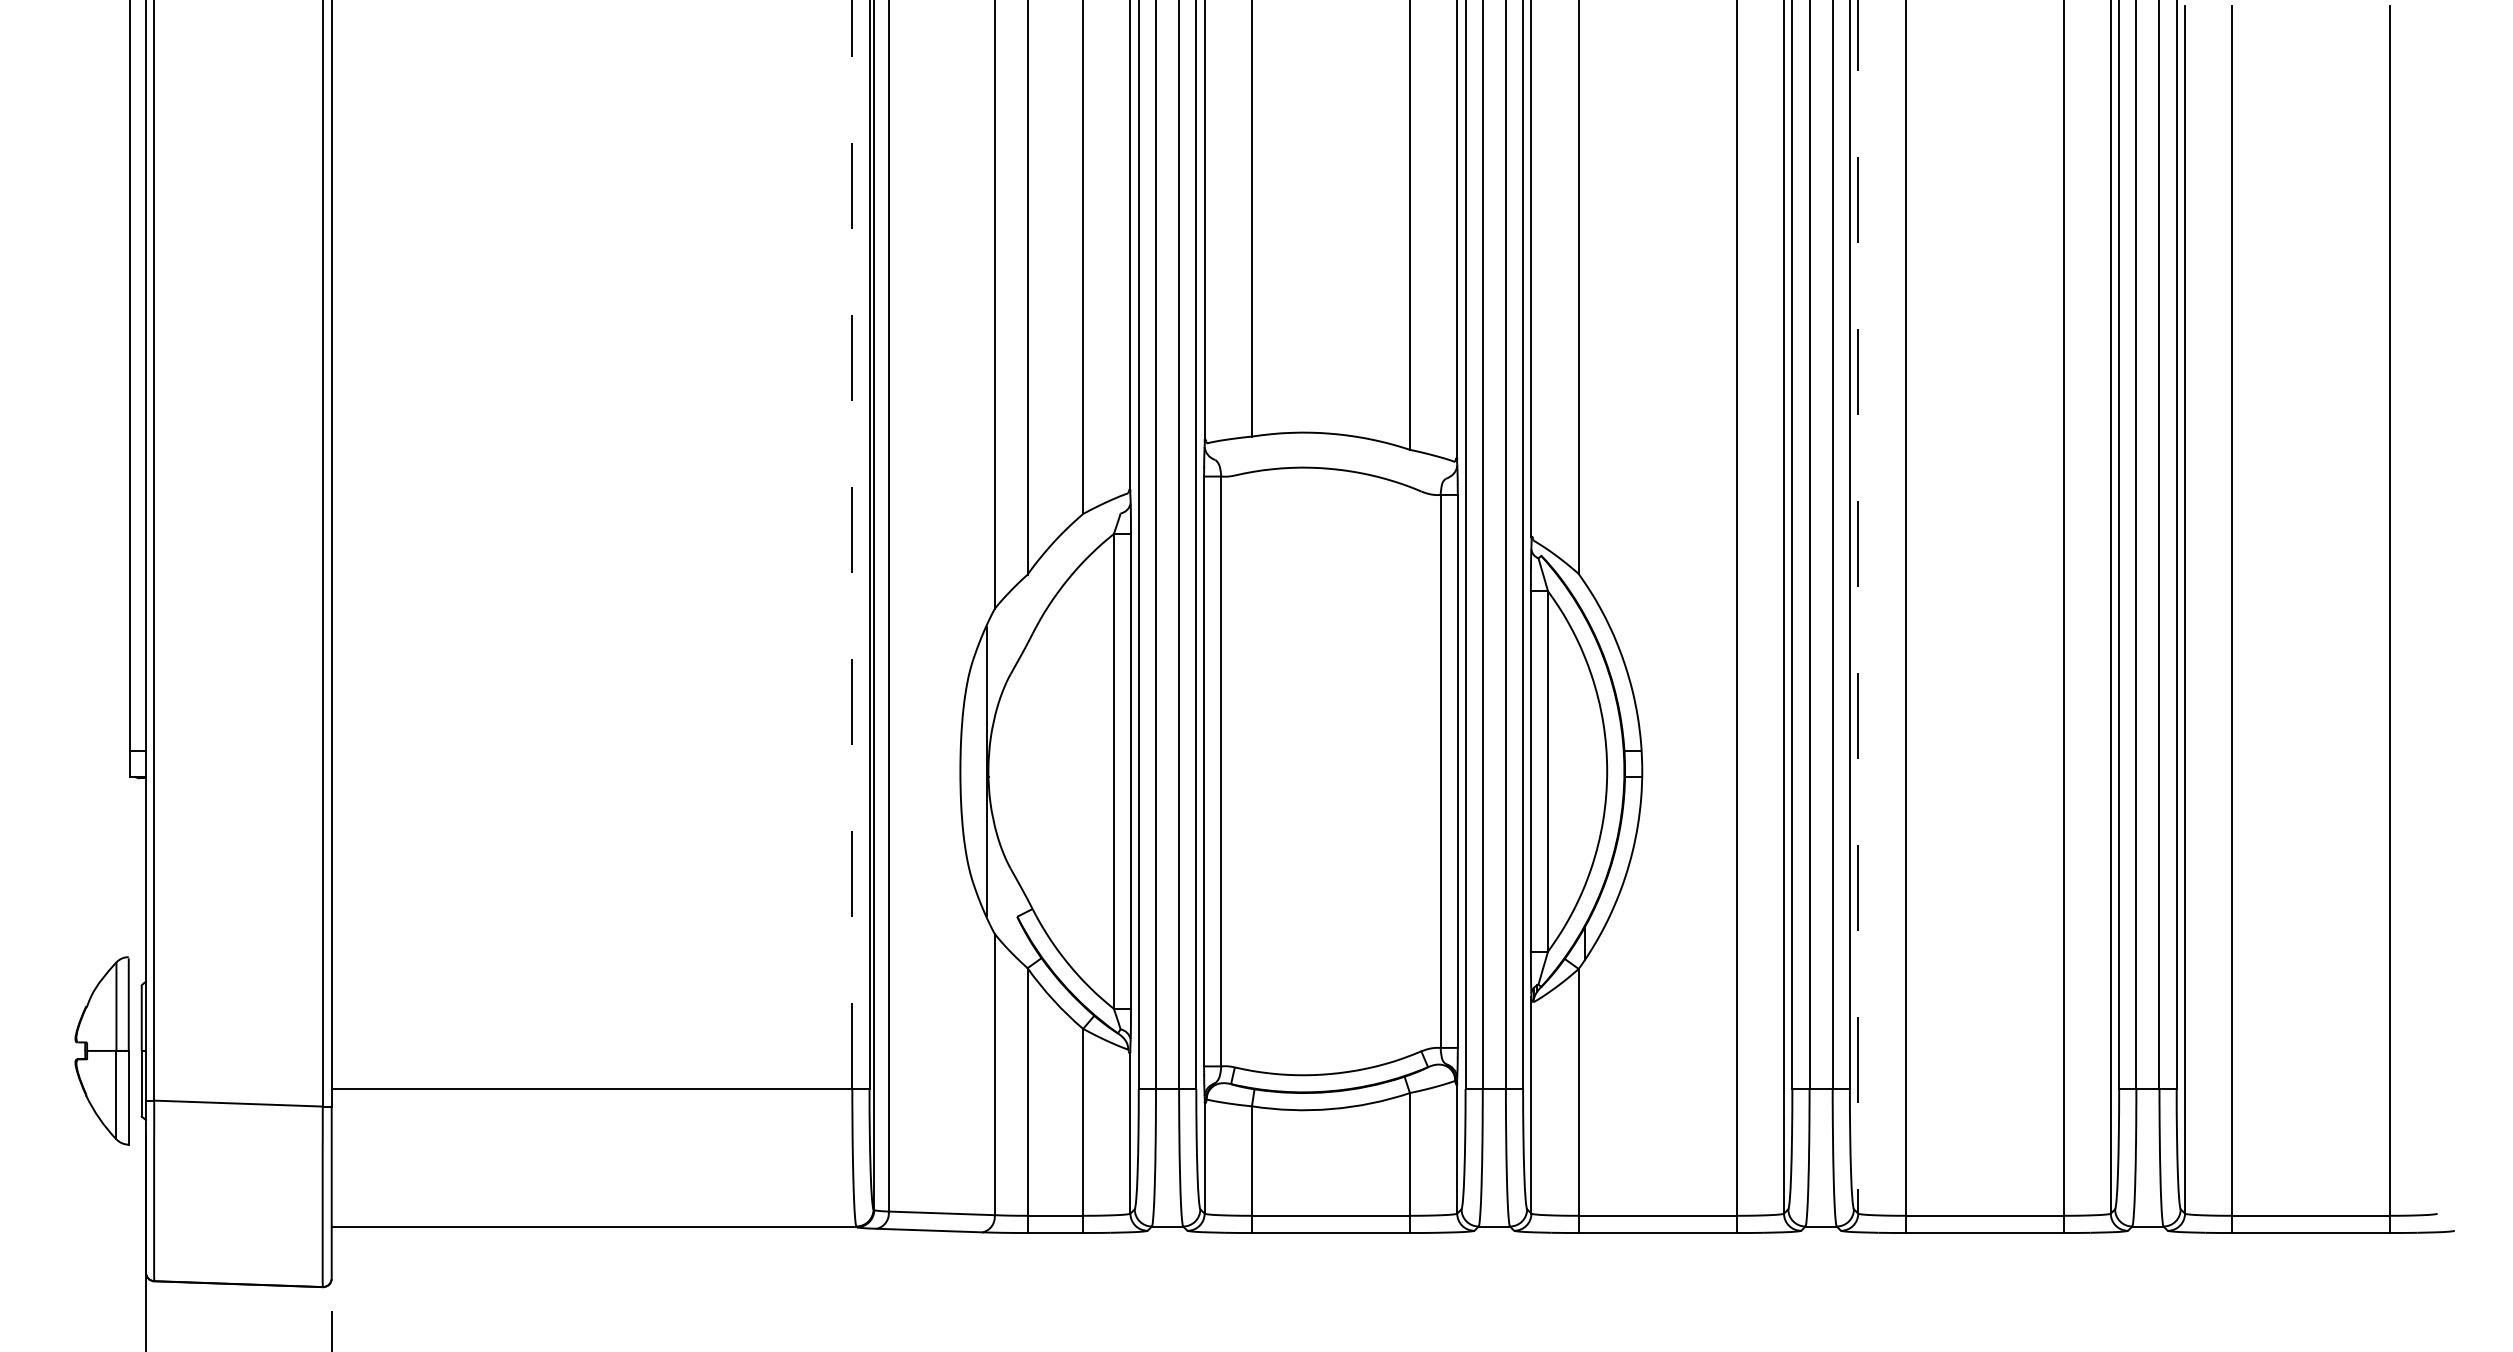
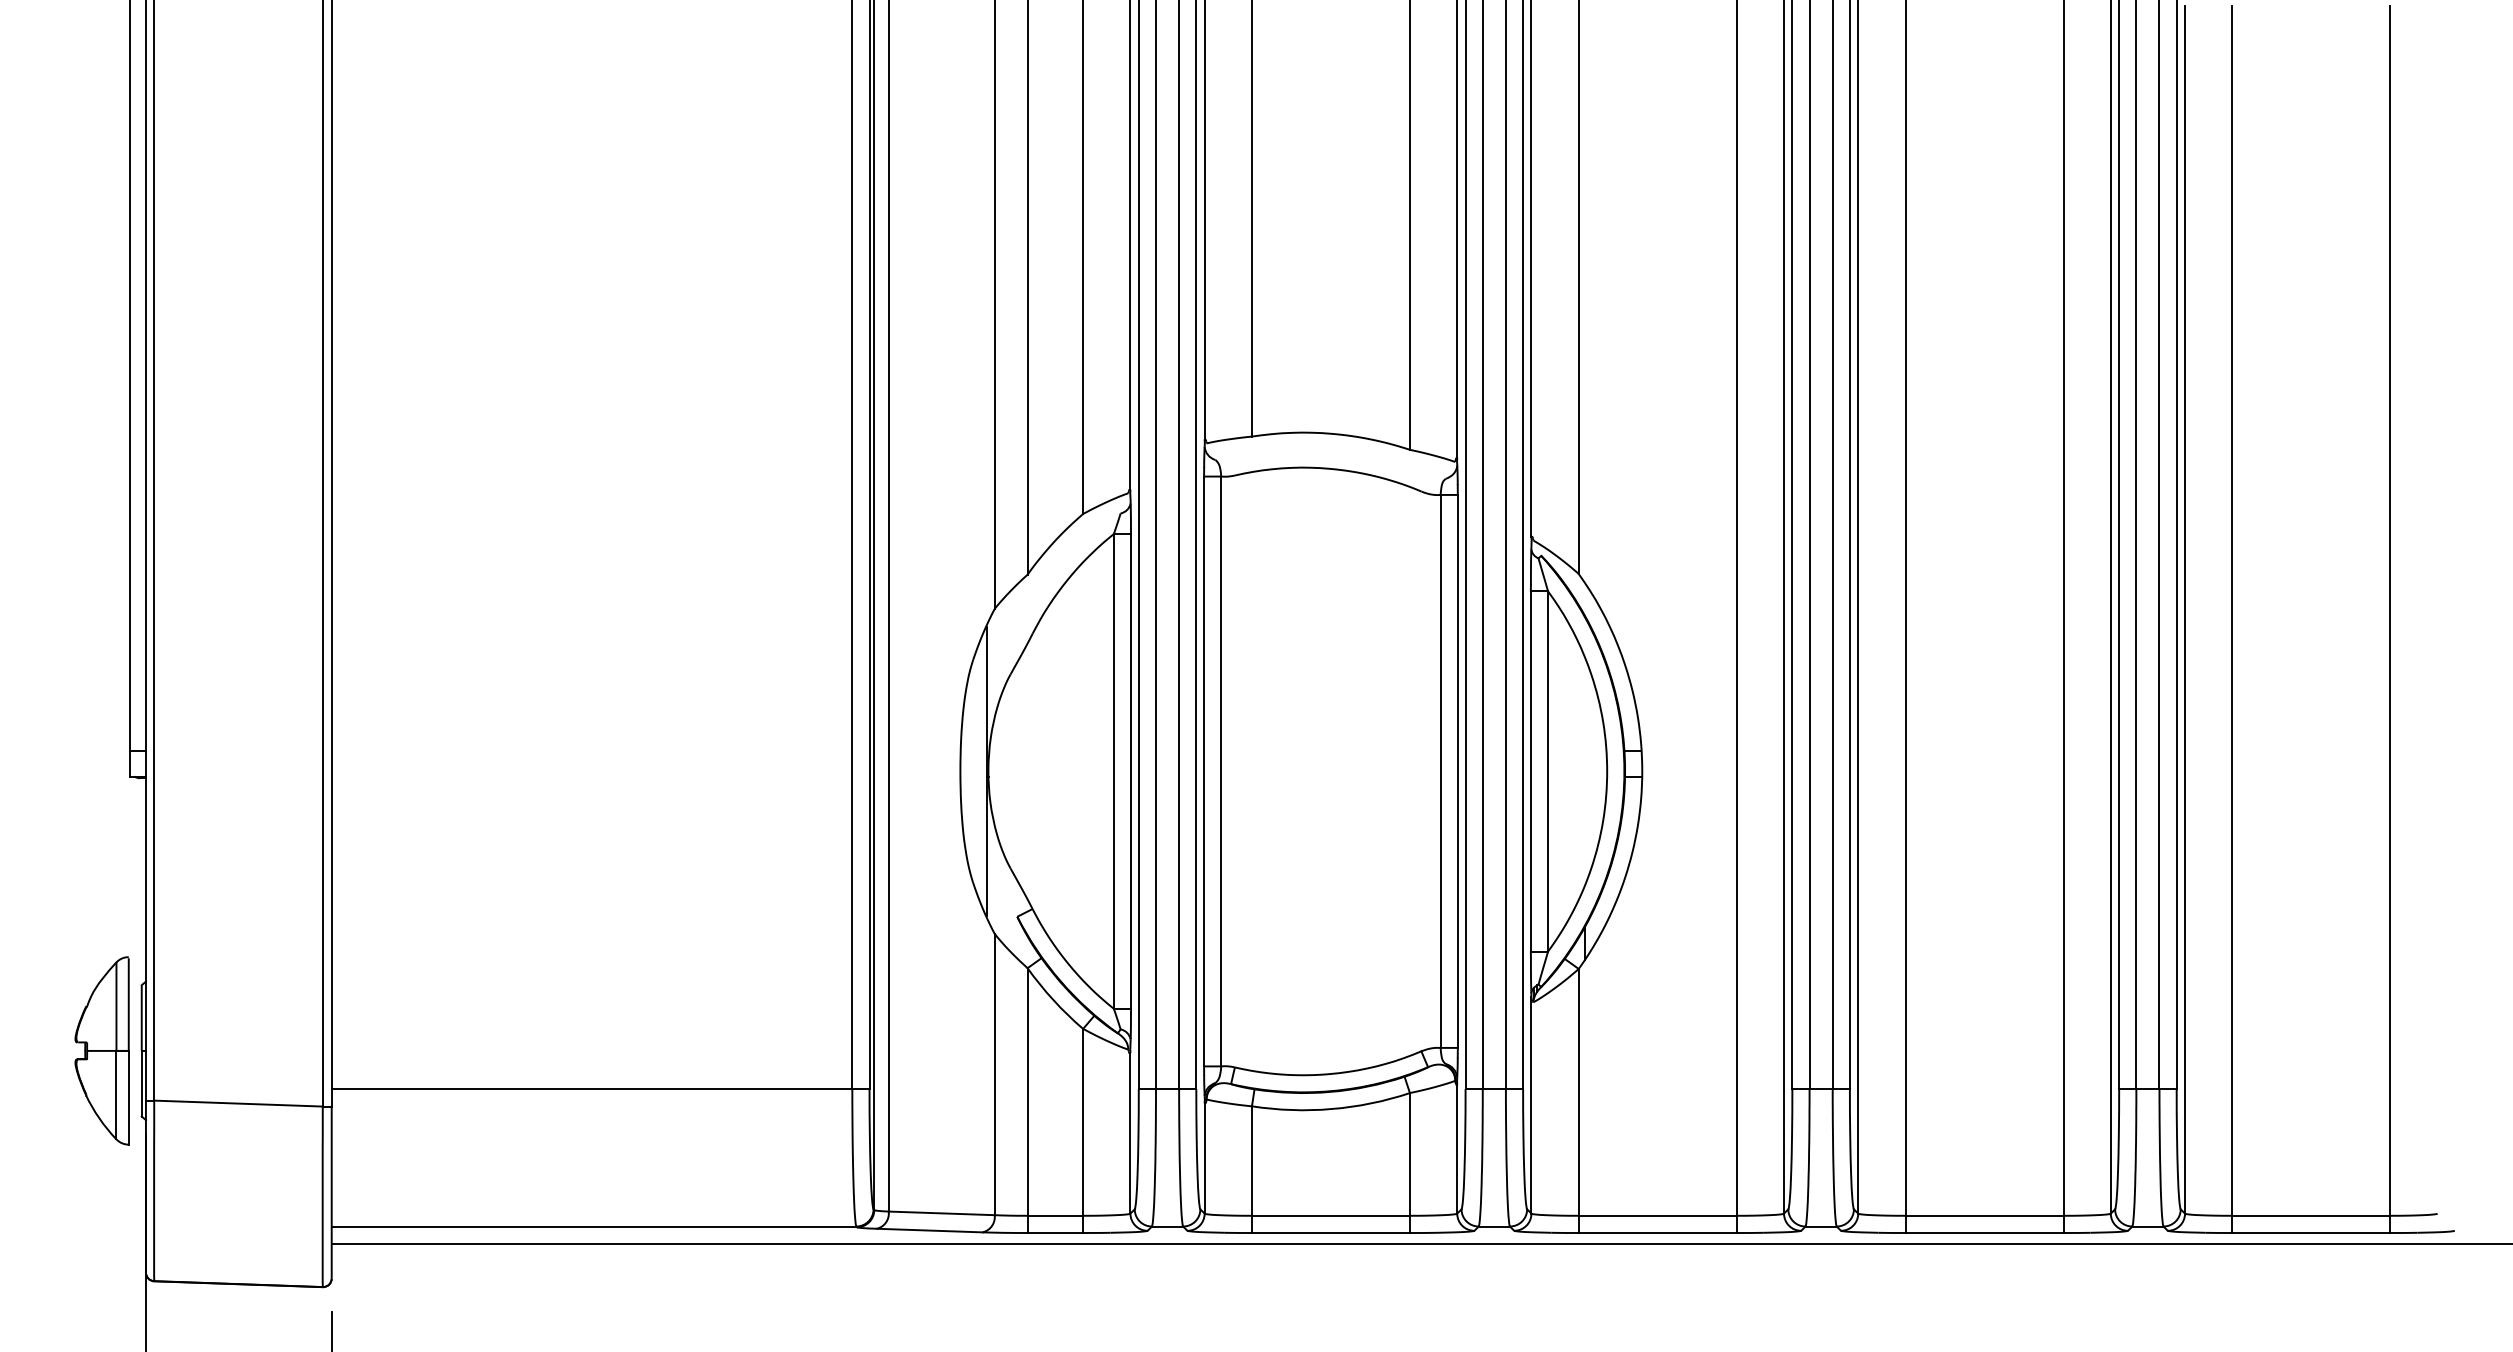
line at (852, 544): dashed -> solid
line at (1858, 607): dashed -> solid
line at (1420, 1244): none -> present
